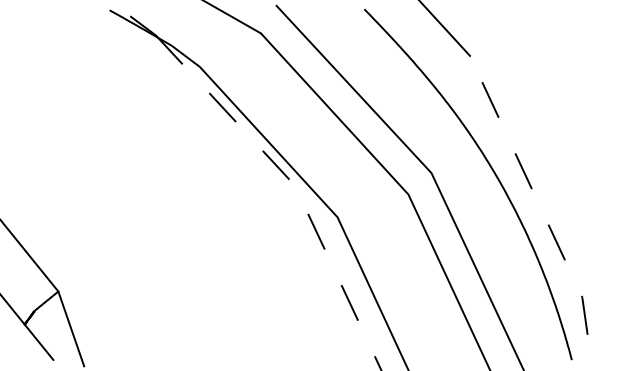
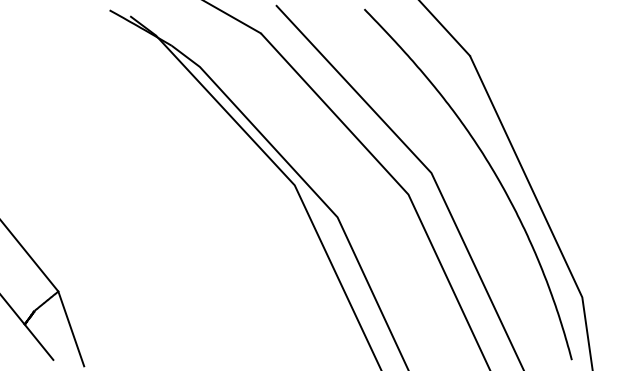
line at (294, 185): dashed -> solid
line at (541, 210): dashed -> solid
